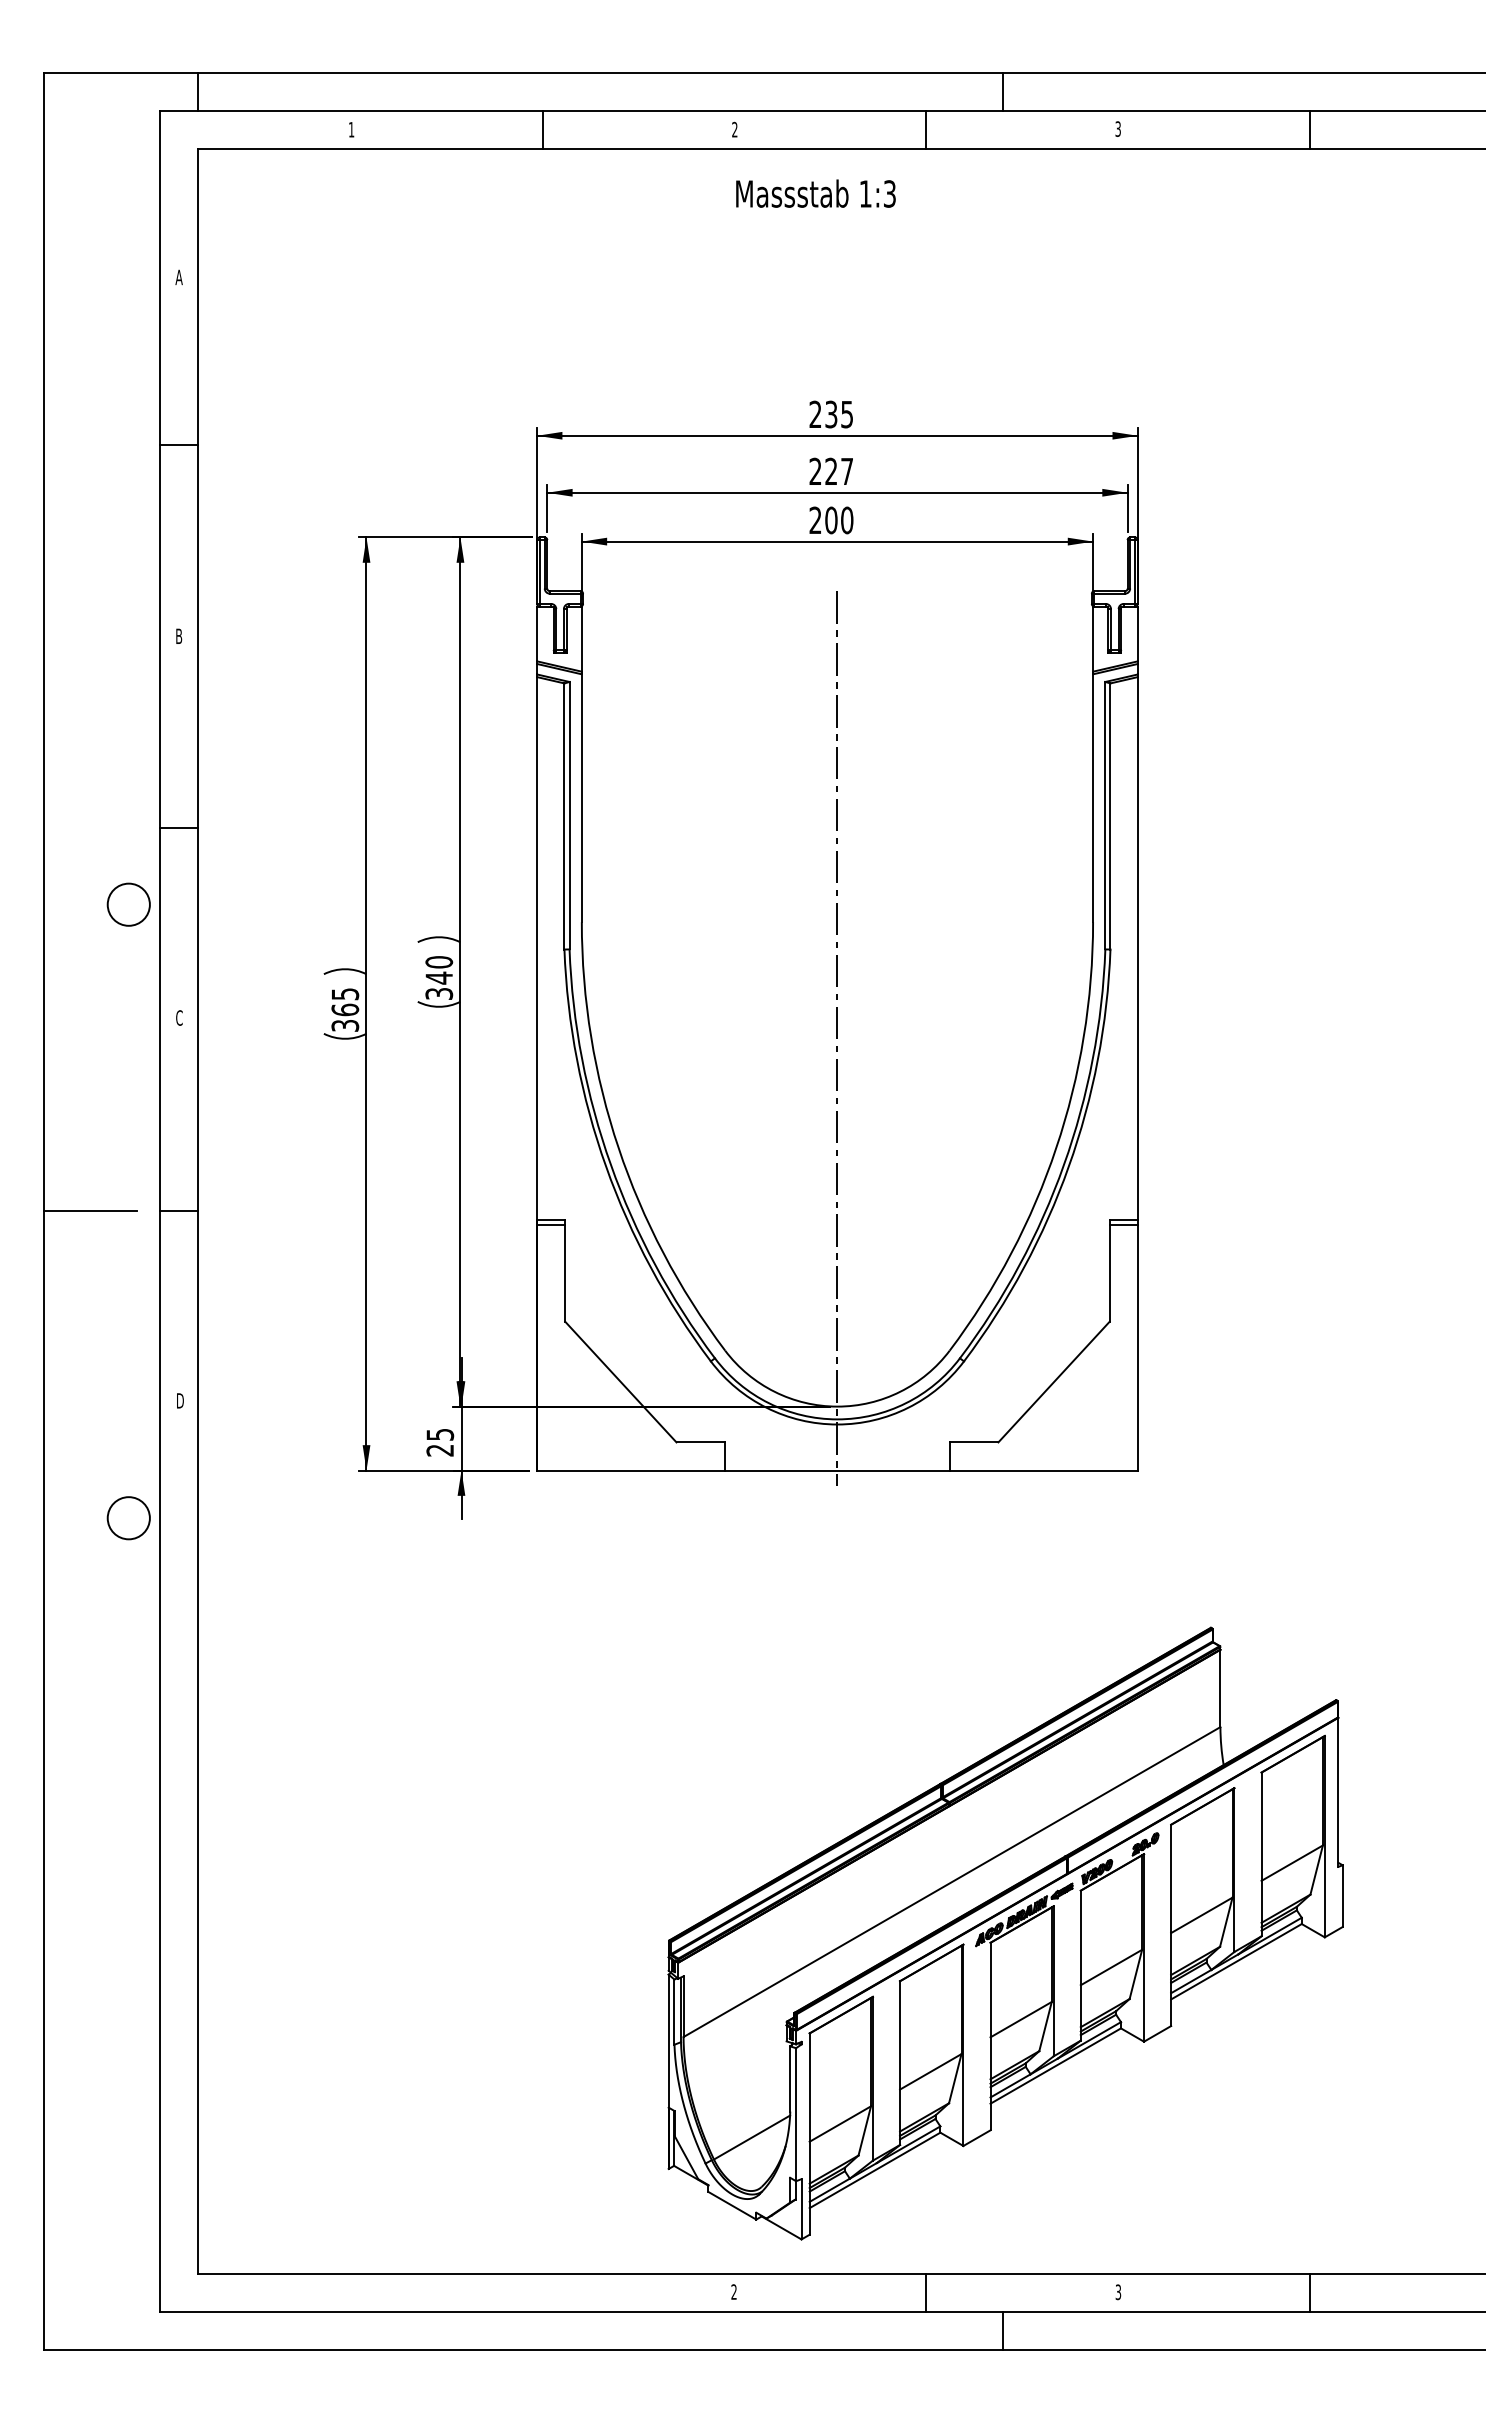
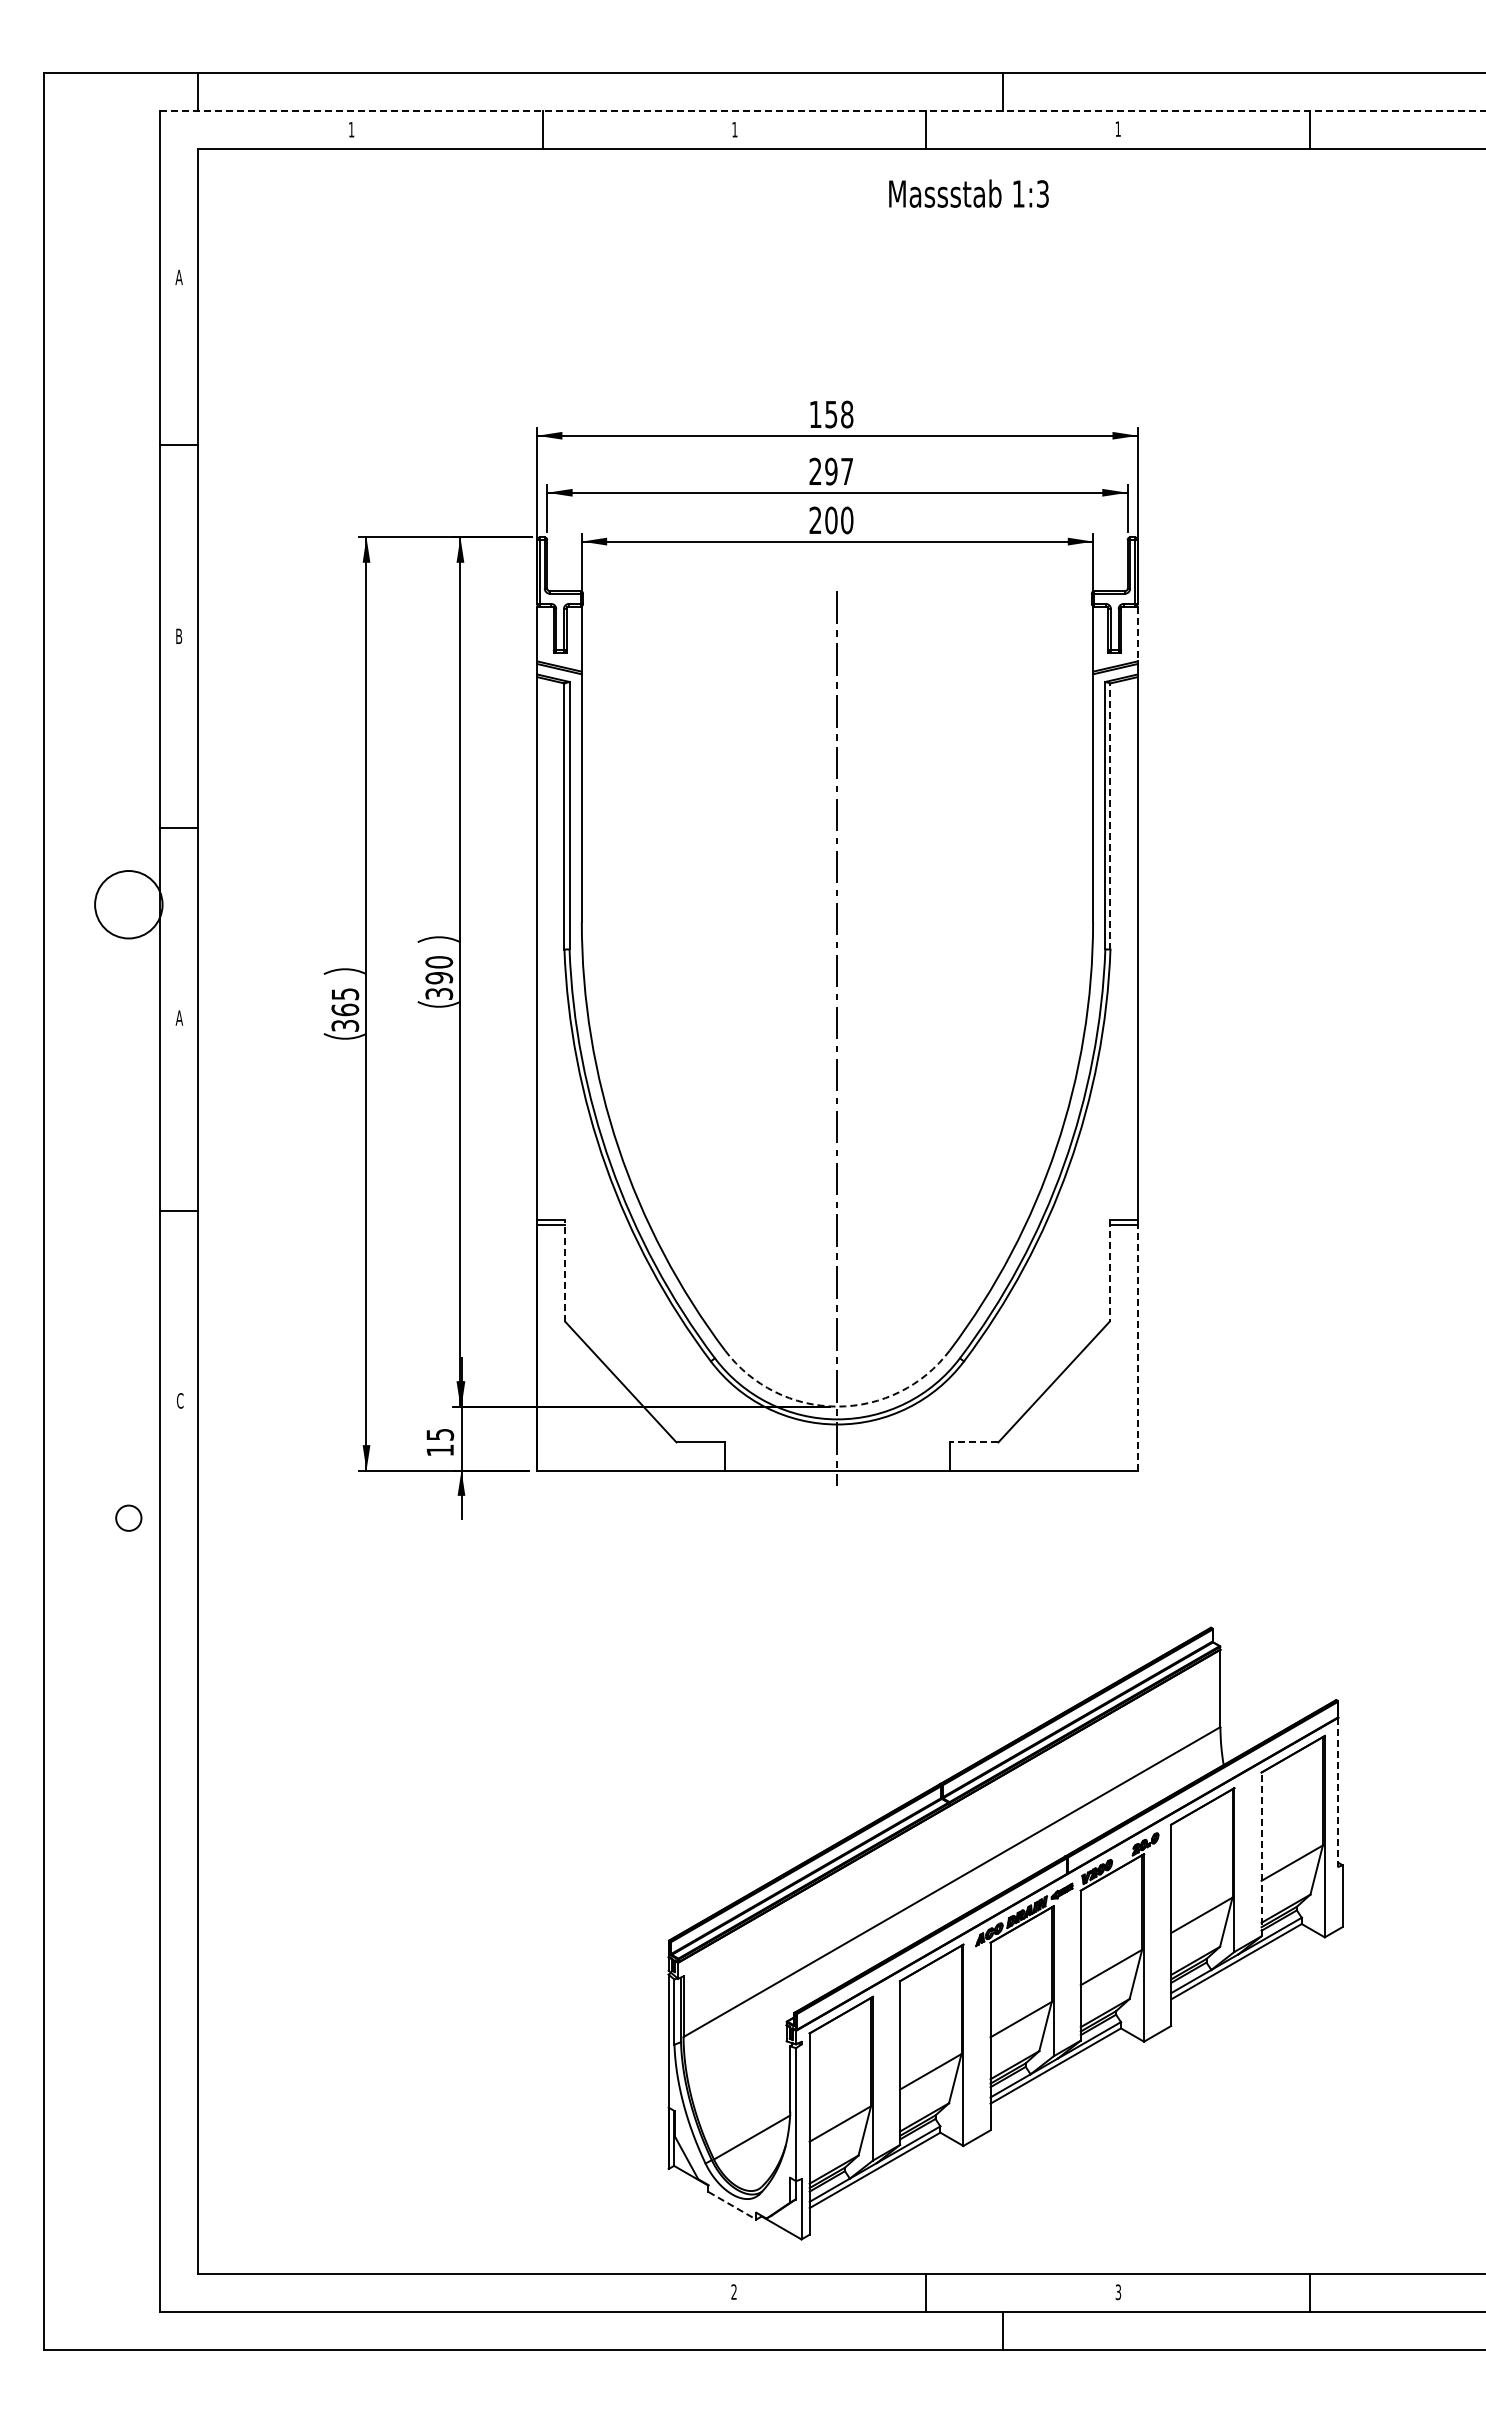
line at (822, 111): solid -> dashed
text at (1117, 128): 3 -> 1
text at (734, 129): 2 -> 1
text at (815, 193) position: (815, 193) -> (968, 193)
text at (831, 414): 235 -> 158
text at (831, 471): 227 -> 297
line at (1137, 634): solid -> dashed
line at (1110, 815): solid -> dashed
circle at (128, 904) diameter: 42 px -> 67 px
text at (439, 977): 340 -> 390
text at (179, 1017): C -> A
line at (90, 1211): present -> none
line at (565, 1270): solid -> dashed
line at (1109, 1270): solid -> dashed
line at (1137, 1347): solid -> dashed
text at (180, 1400): D -> C
arc at (837, 1406): solid -> dashed
line at (973, 1442): solid -> dashed
text at (439, 1450): 25 -> 15
circle at (128, 1518) diameter: 42 px -> 25 px
line at (1338, 1792): solid -> dashed
line at (1261, 1854): solid -> dashed
line at (732, 2205): solid -> dashed
